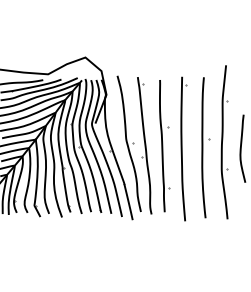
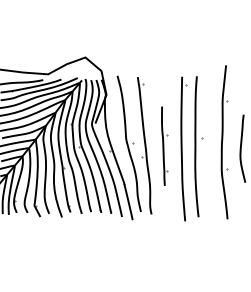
part at (164, 146) size: 12x133 px -> 8x80 px
part at (205, 147) position: (205, 147) -> (198, 146)
